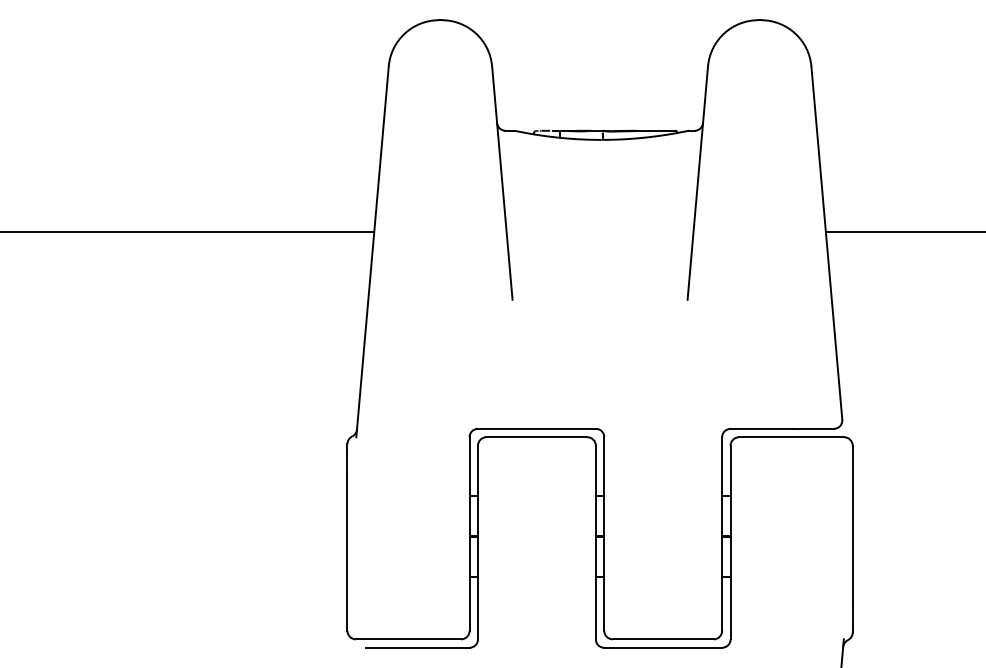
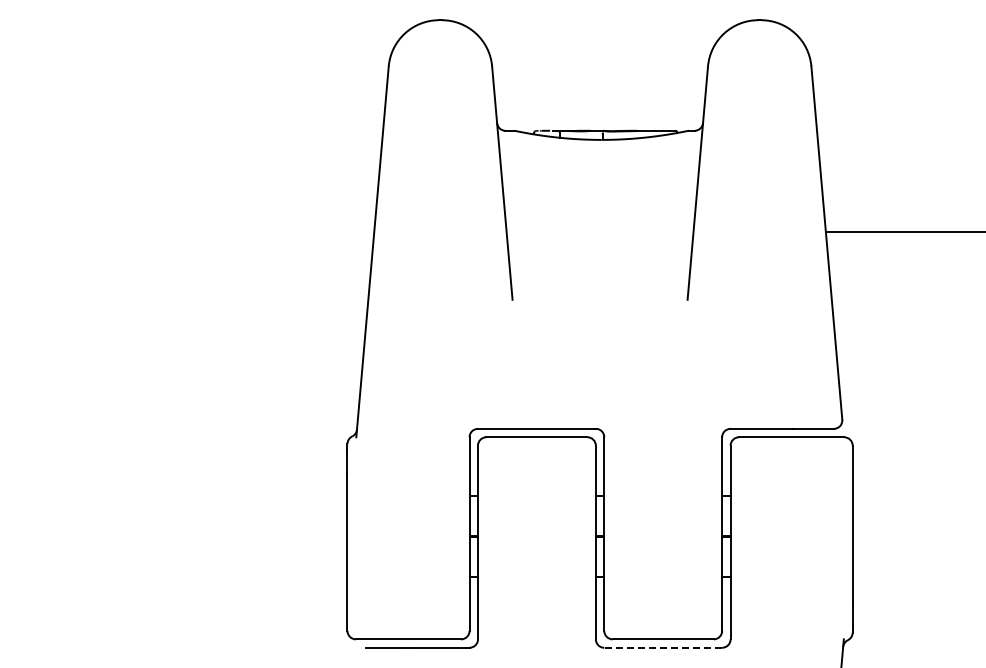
line at (188, 231): present -> none
line at (663, 647): solid -> dashed
